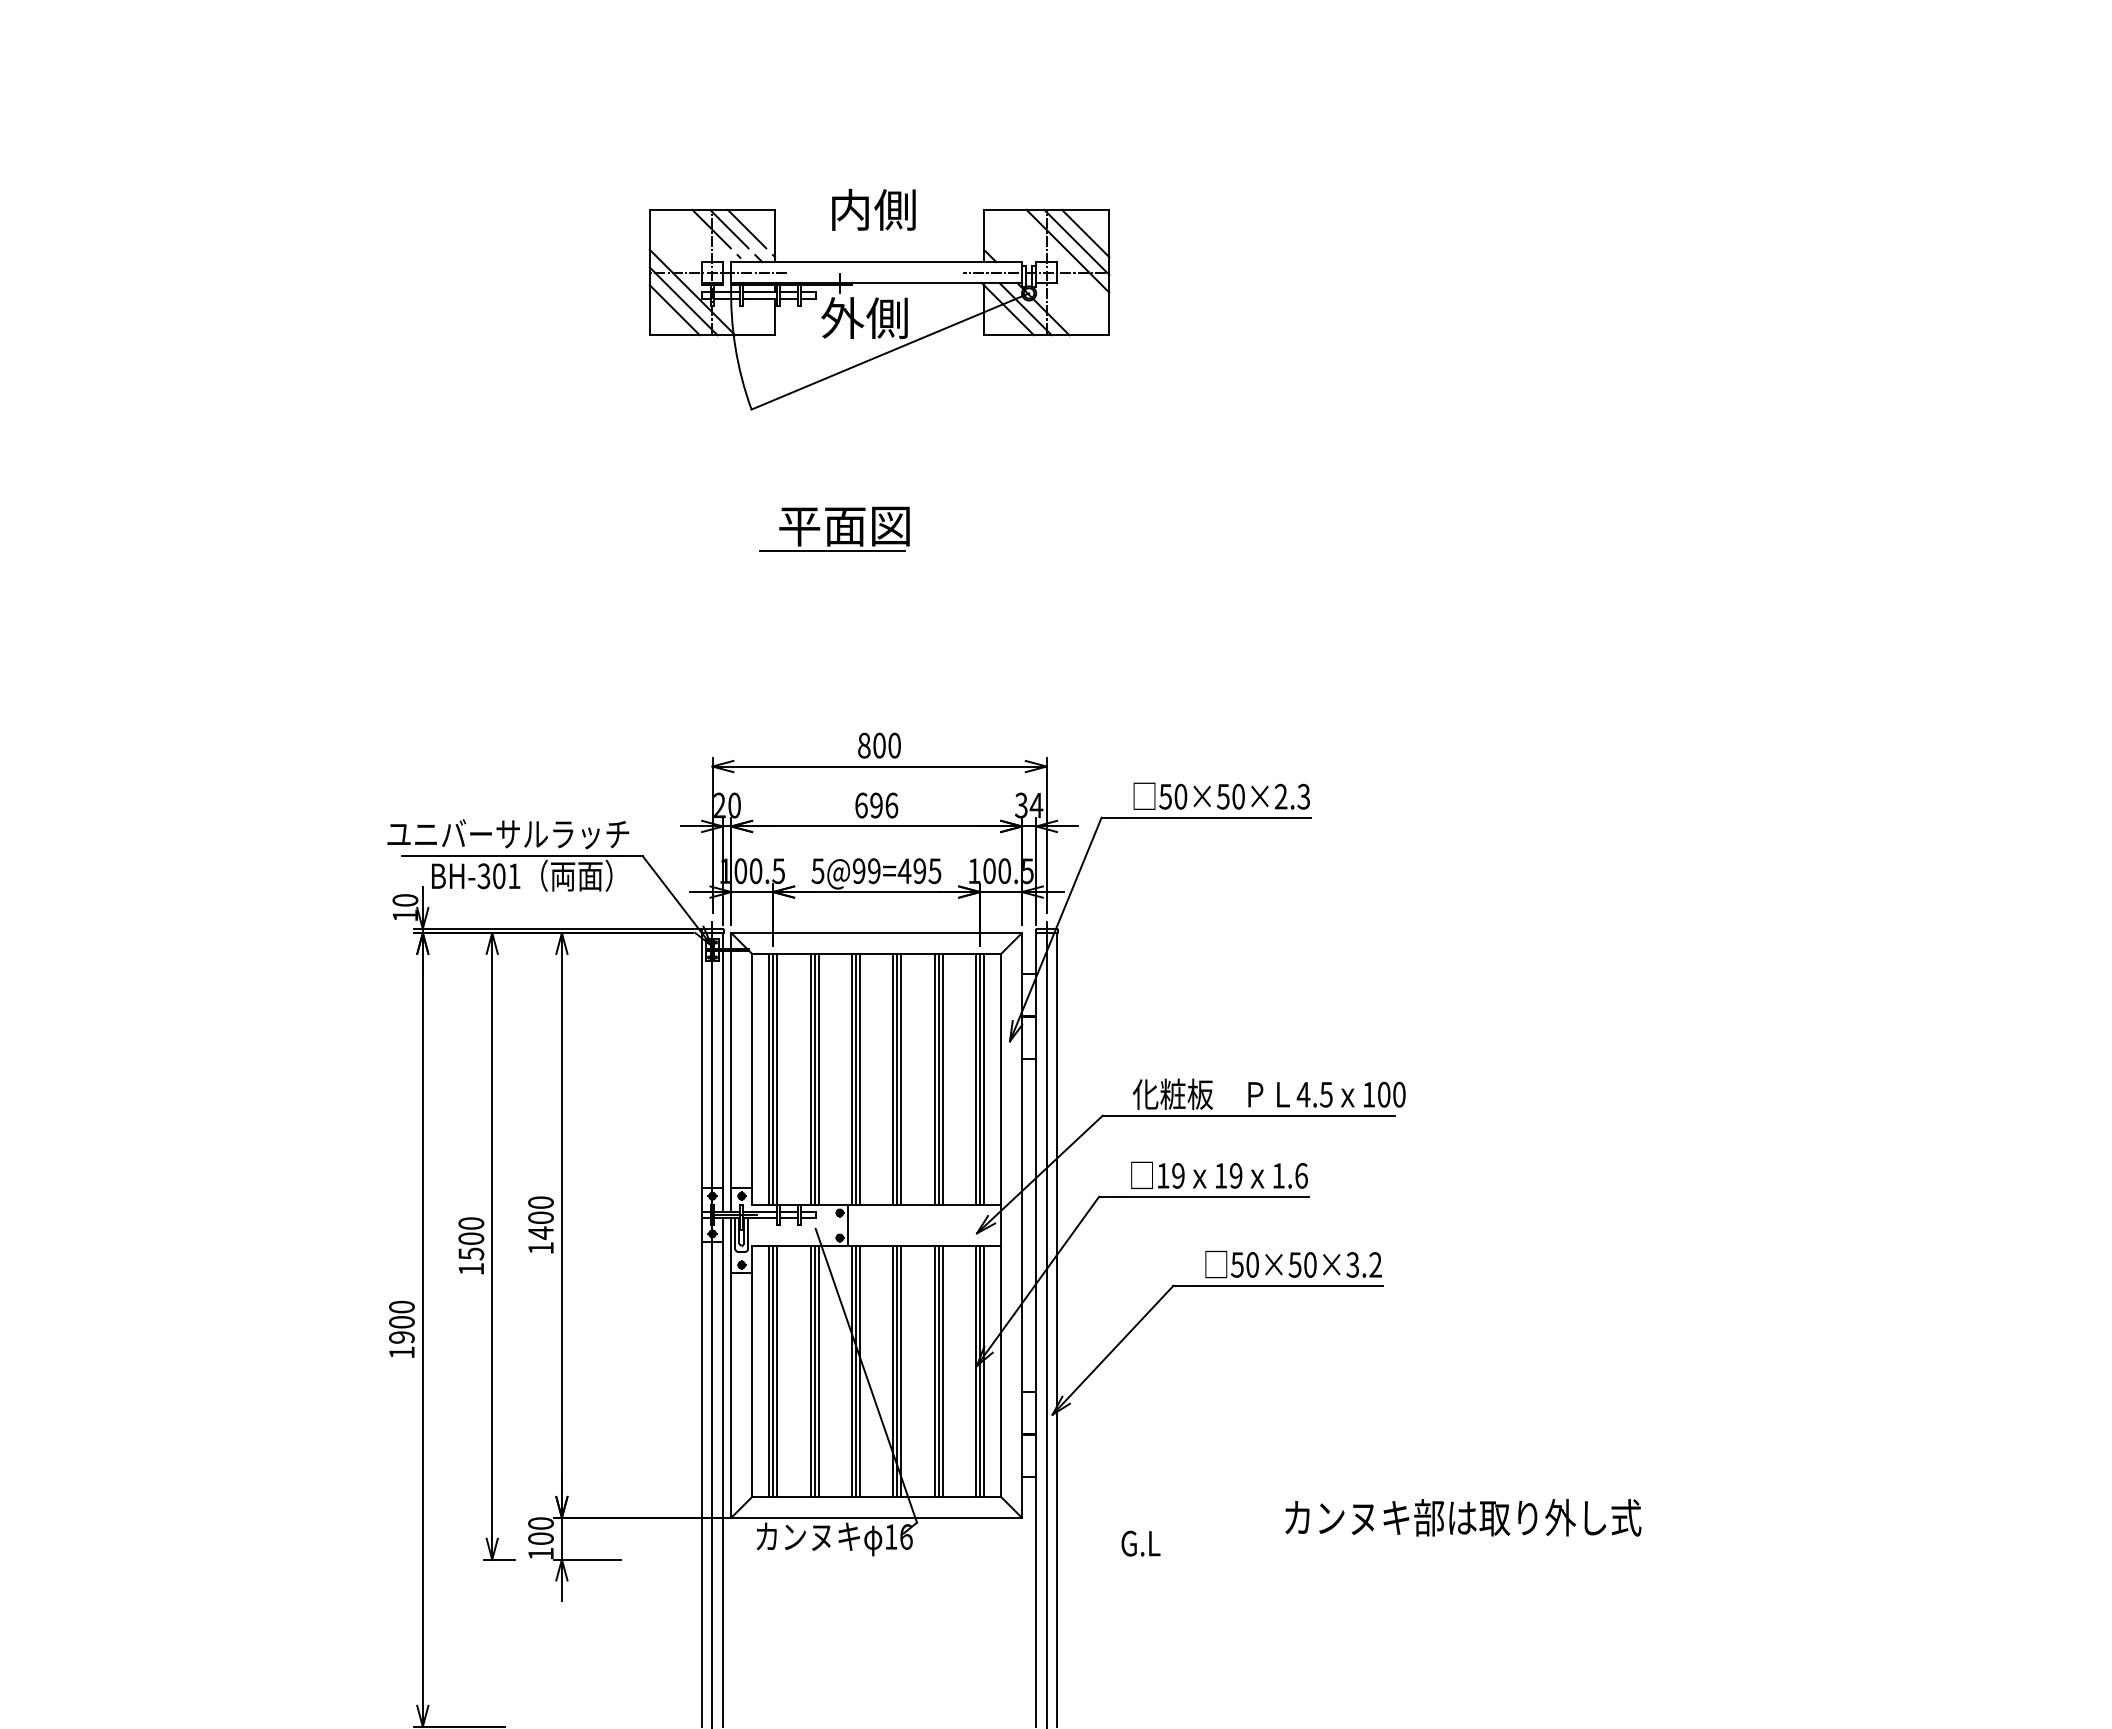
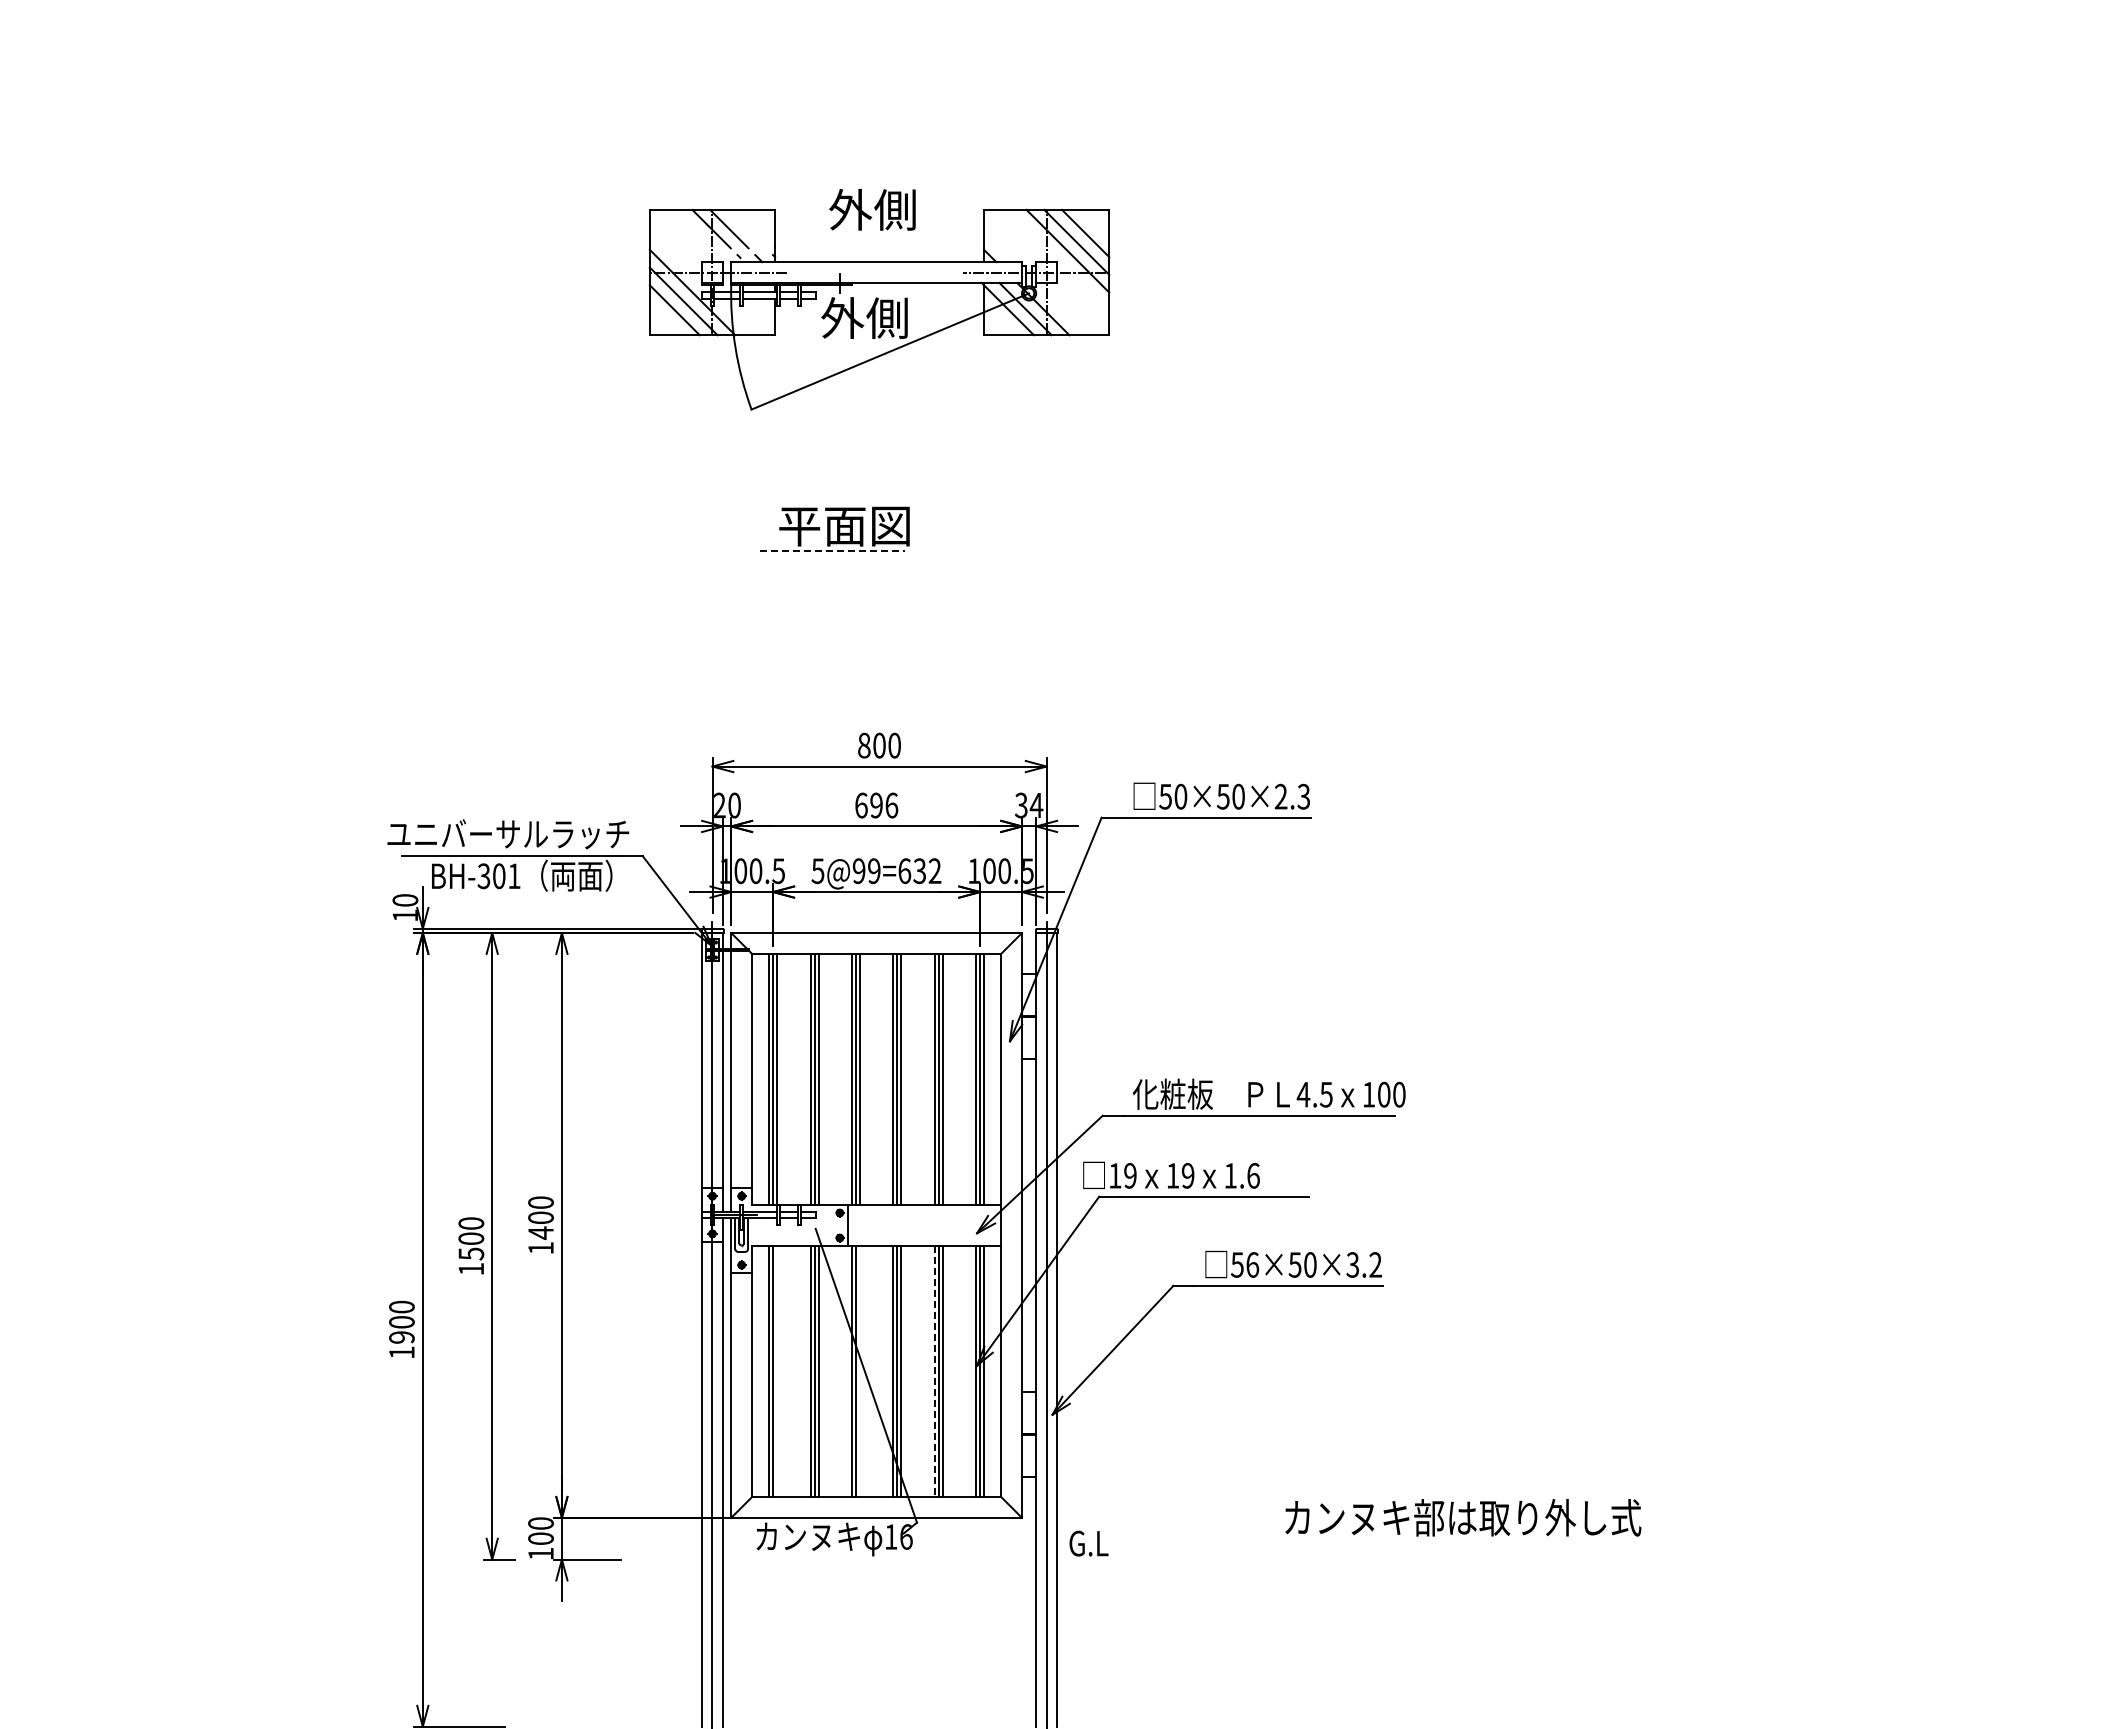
text at (850, 209): 内側 -> 外側
line at (746, 228): present -> none
line at (832, 551): solid -> dashed
text at (919, 871): 5@99=495 -> 5@99=632
text at (1219, 1174) position: (1219, 1174) -> (1171, 1174)
text at (1252, 1264): 50×50×3.2 -> 56×50×3.2
line at (777, 1371): present -> none
line at (859, 1371): present -> none
line at (934, 1372): solid -> dashed
text at (1140, 1543) position: (1140, 1543) -> (1088, 1543)
